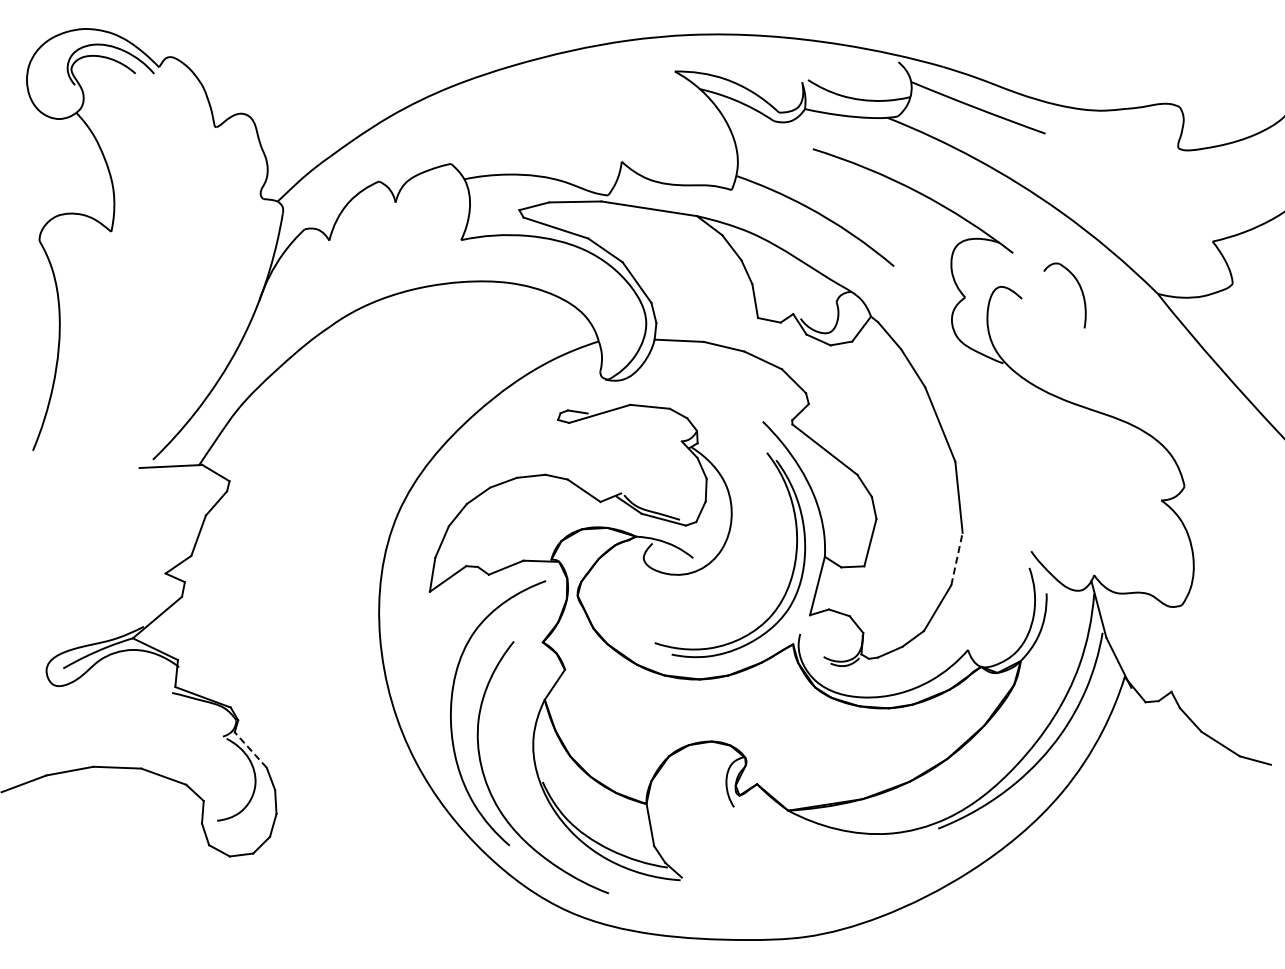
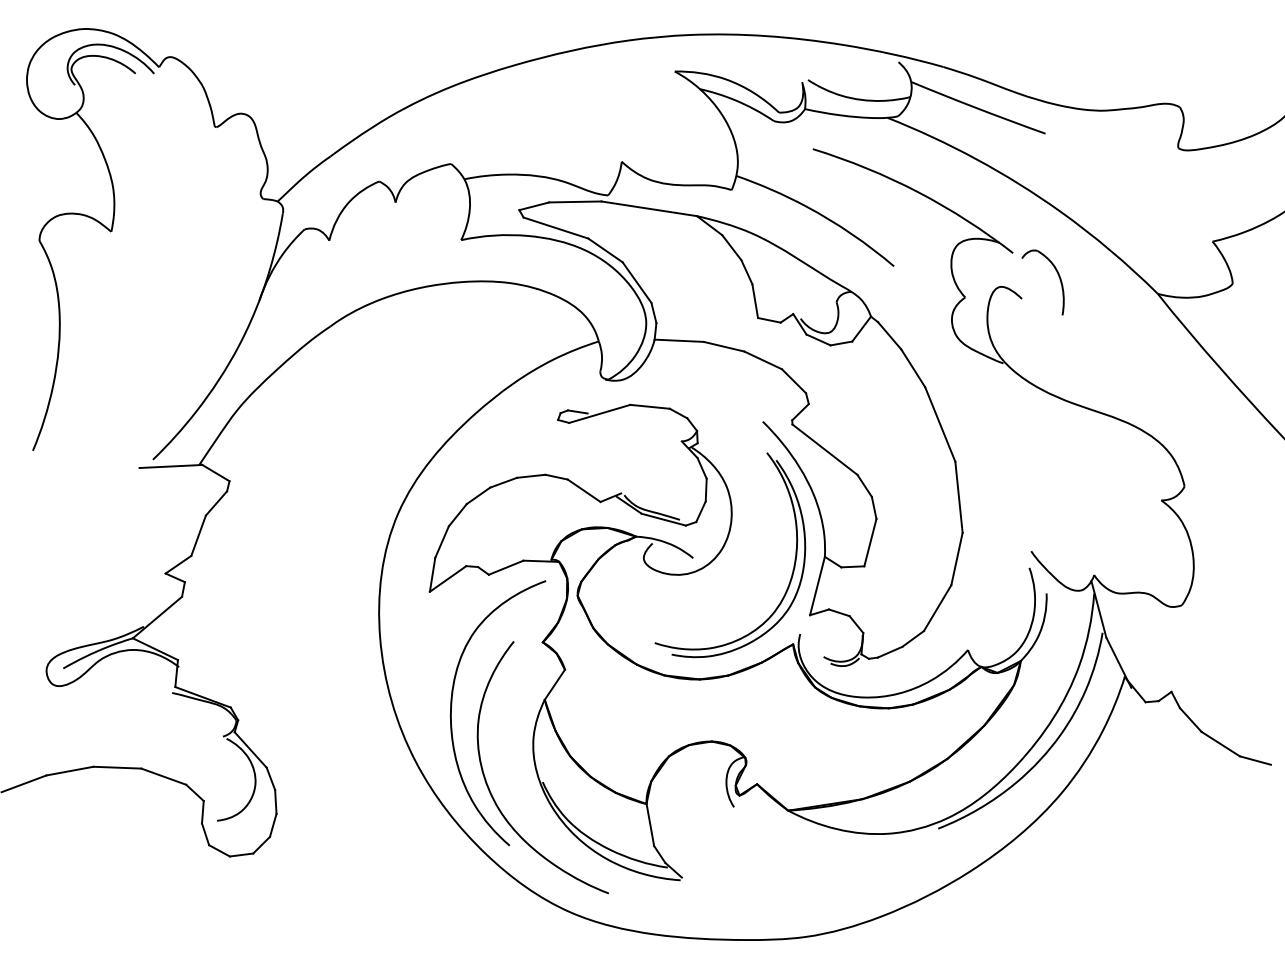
part at (1080, 290) position: (1080, 290) -> (1058, 277)
line at (956, 559): dashed -> solid
line at (250, 750): dashed -> solid
